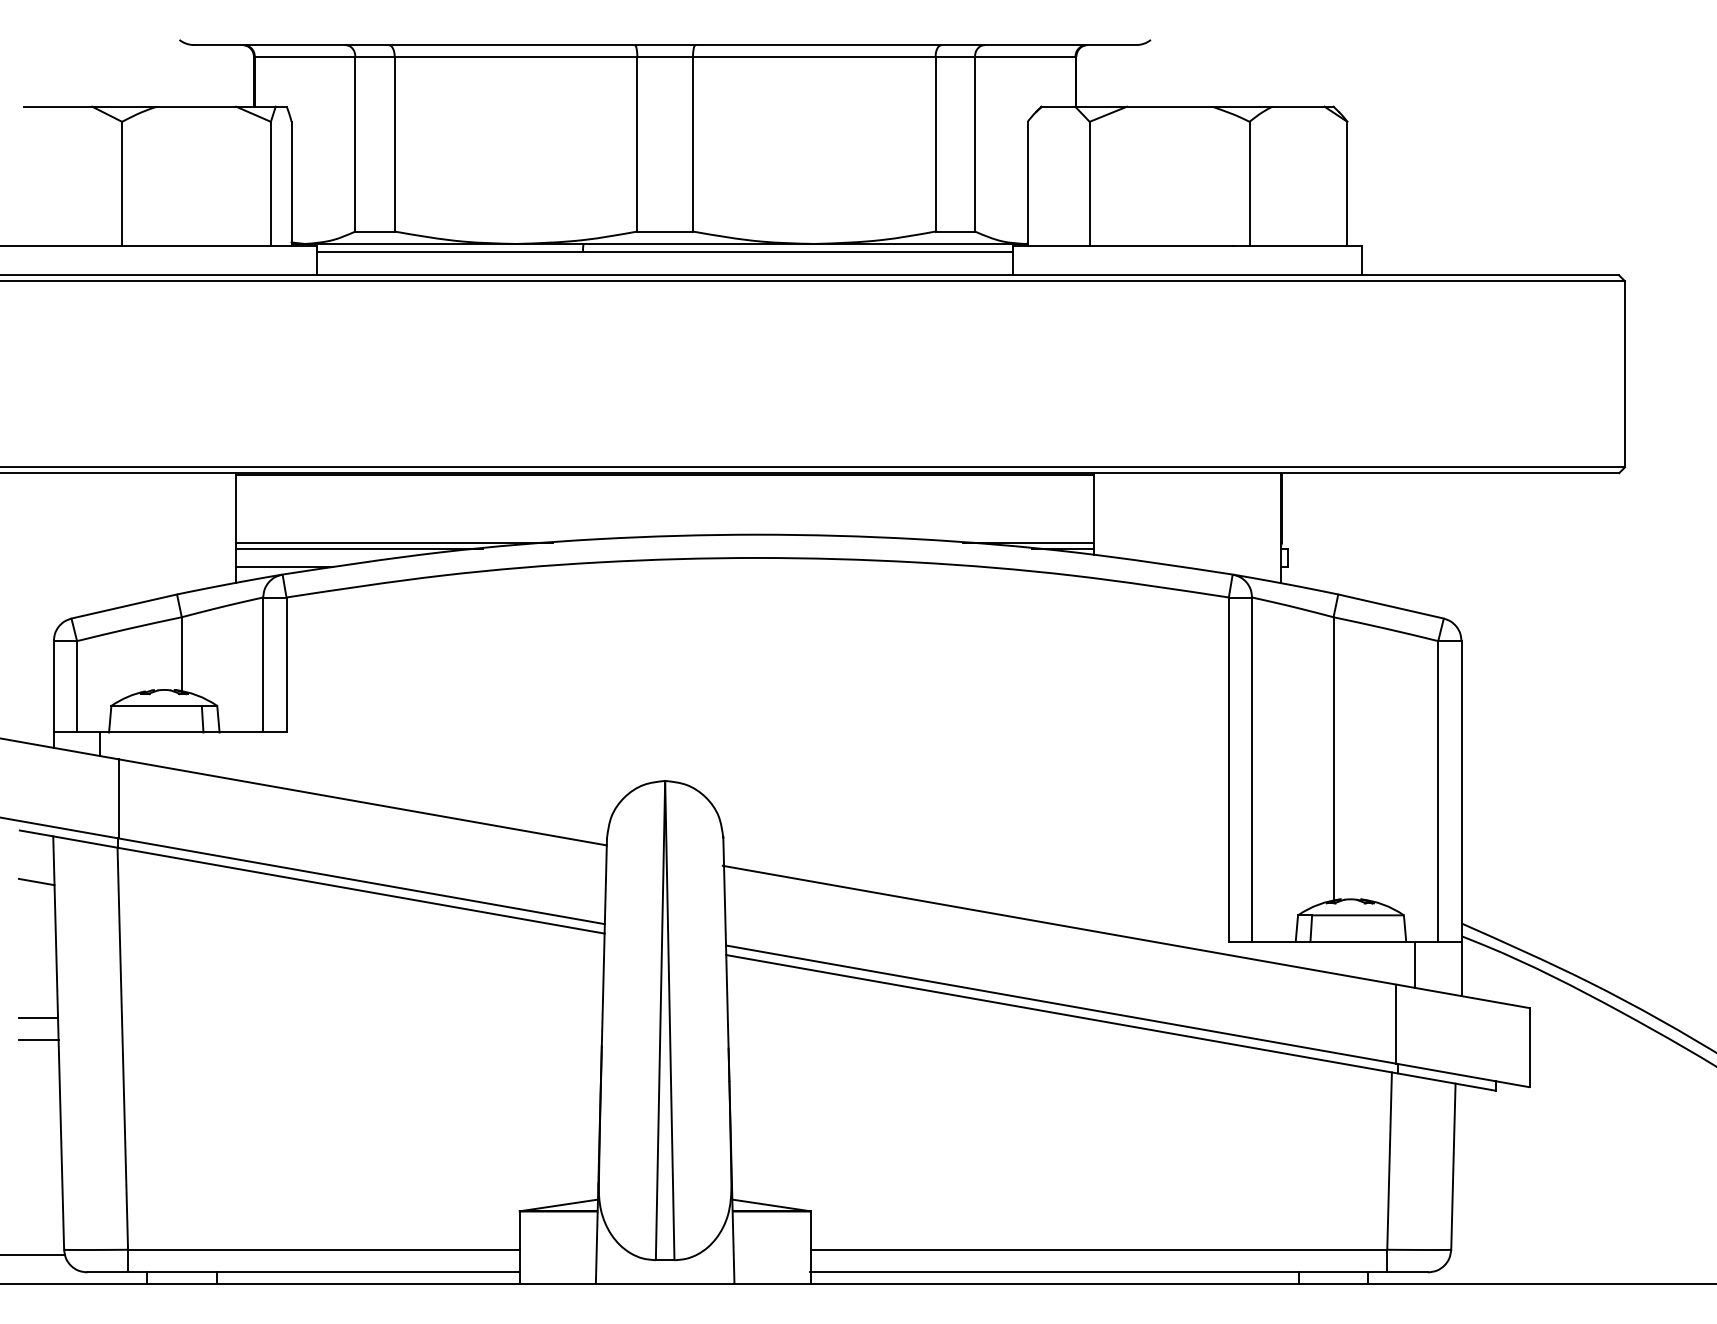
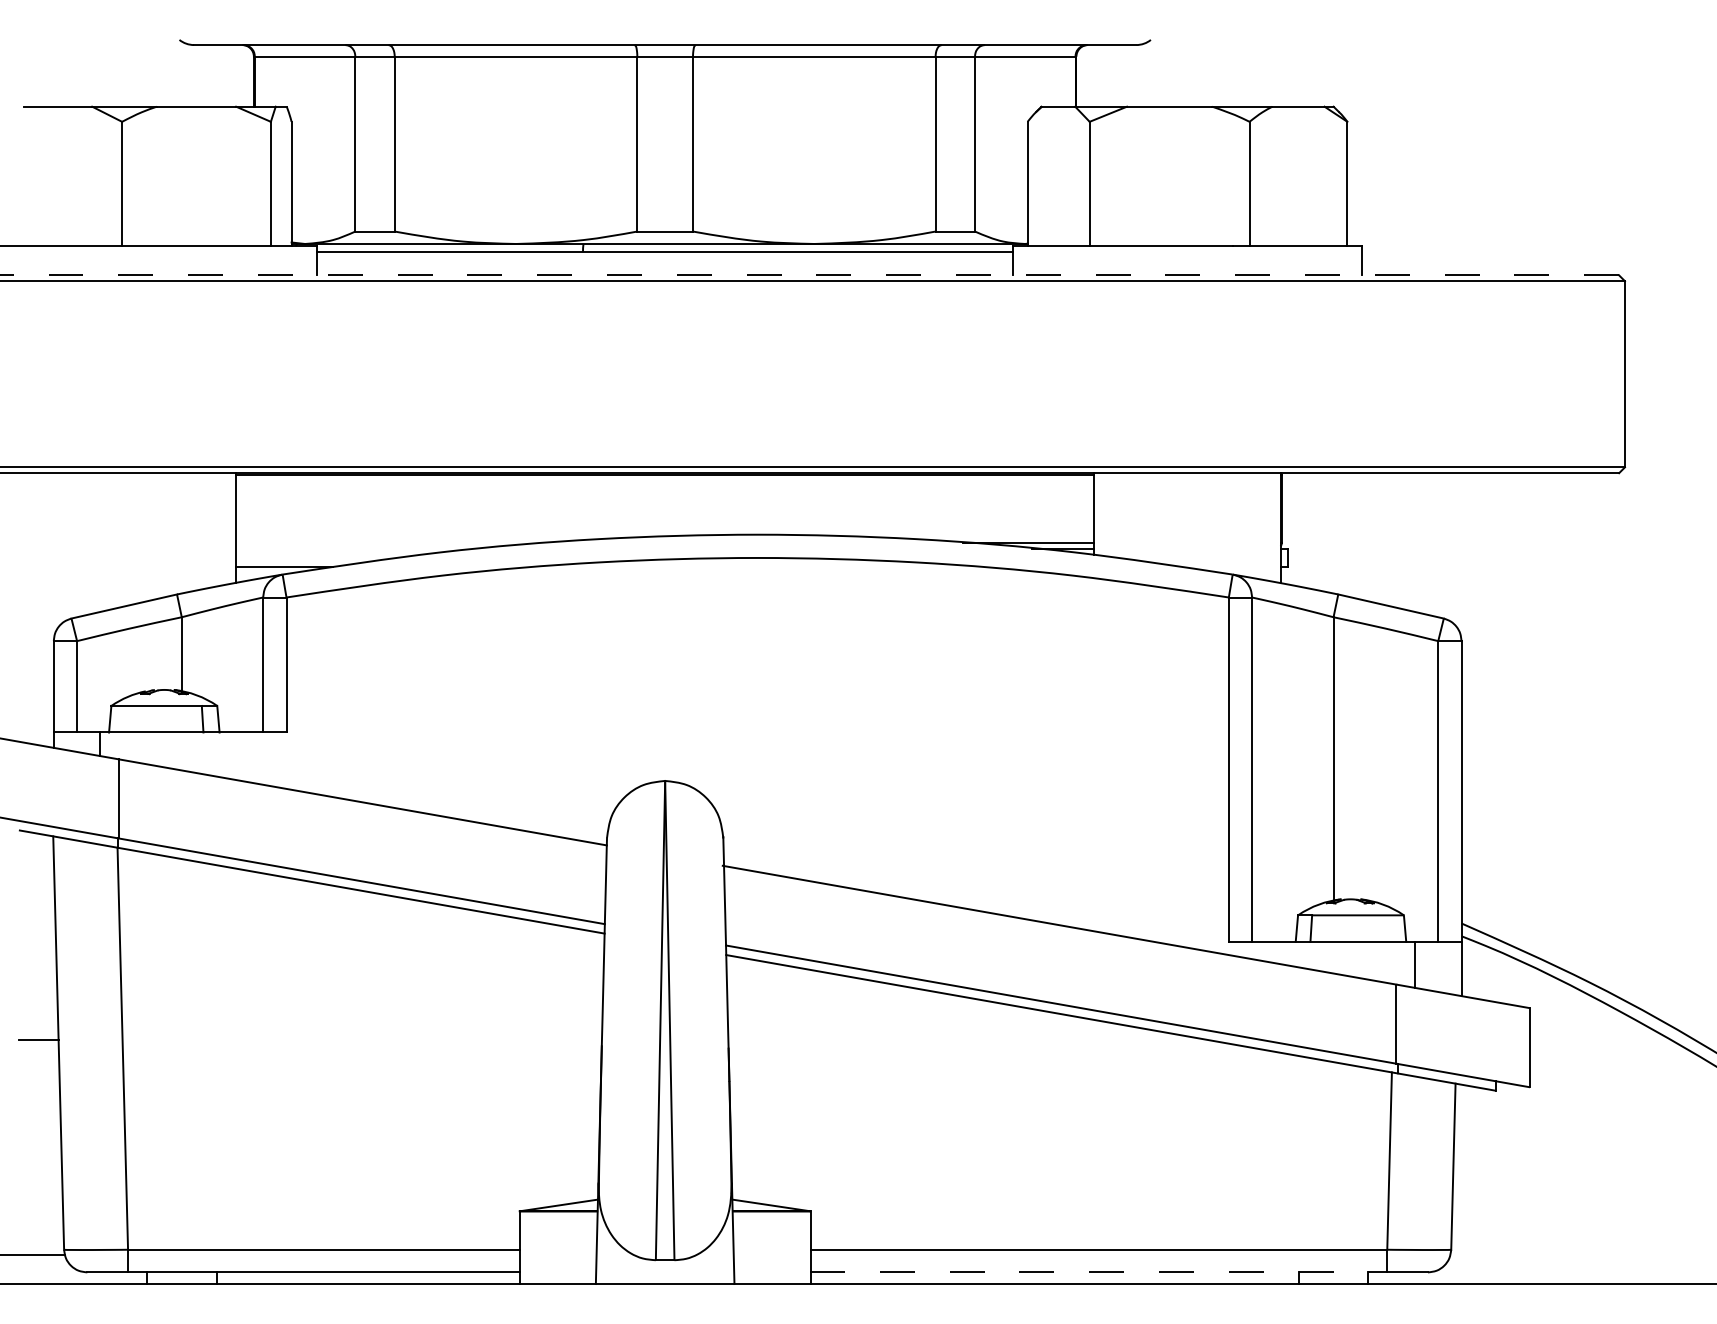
line at (809, 275): solid -> dashed
line at (393, 542): present -> none
line at (359, 548): present -> none
line at (36, 881): present -> none
line at (38, 1018): present -> none
line at (1098, 1272): solid -> dashed
